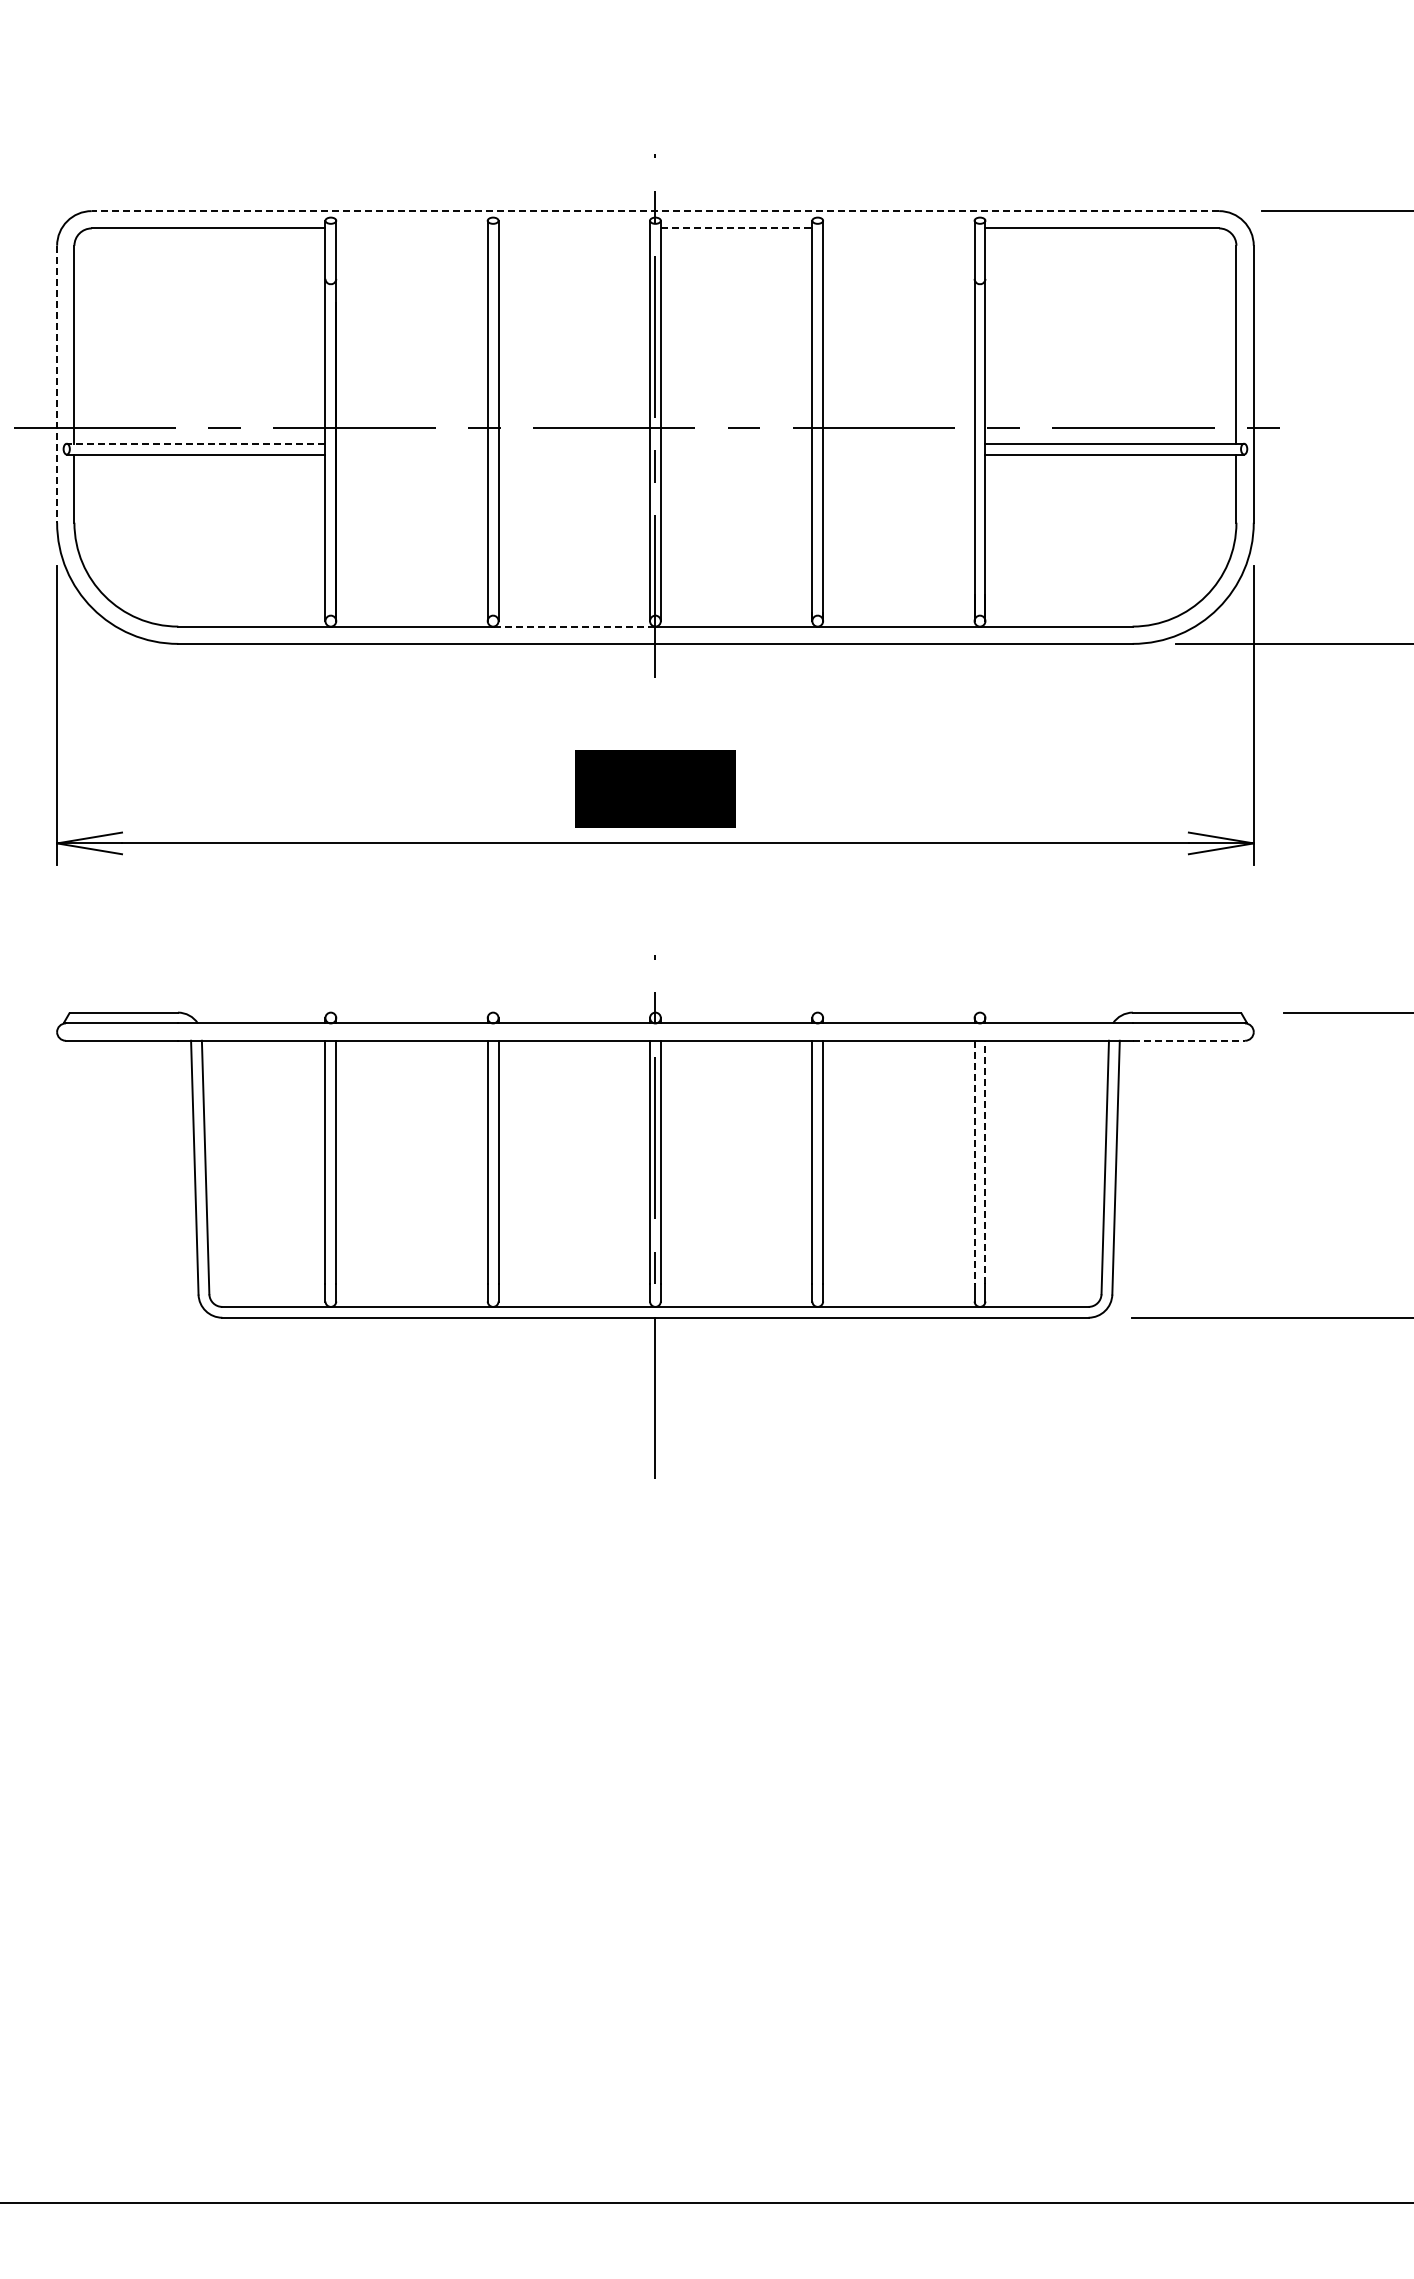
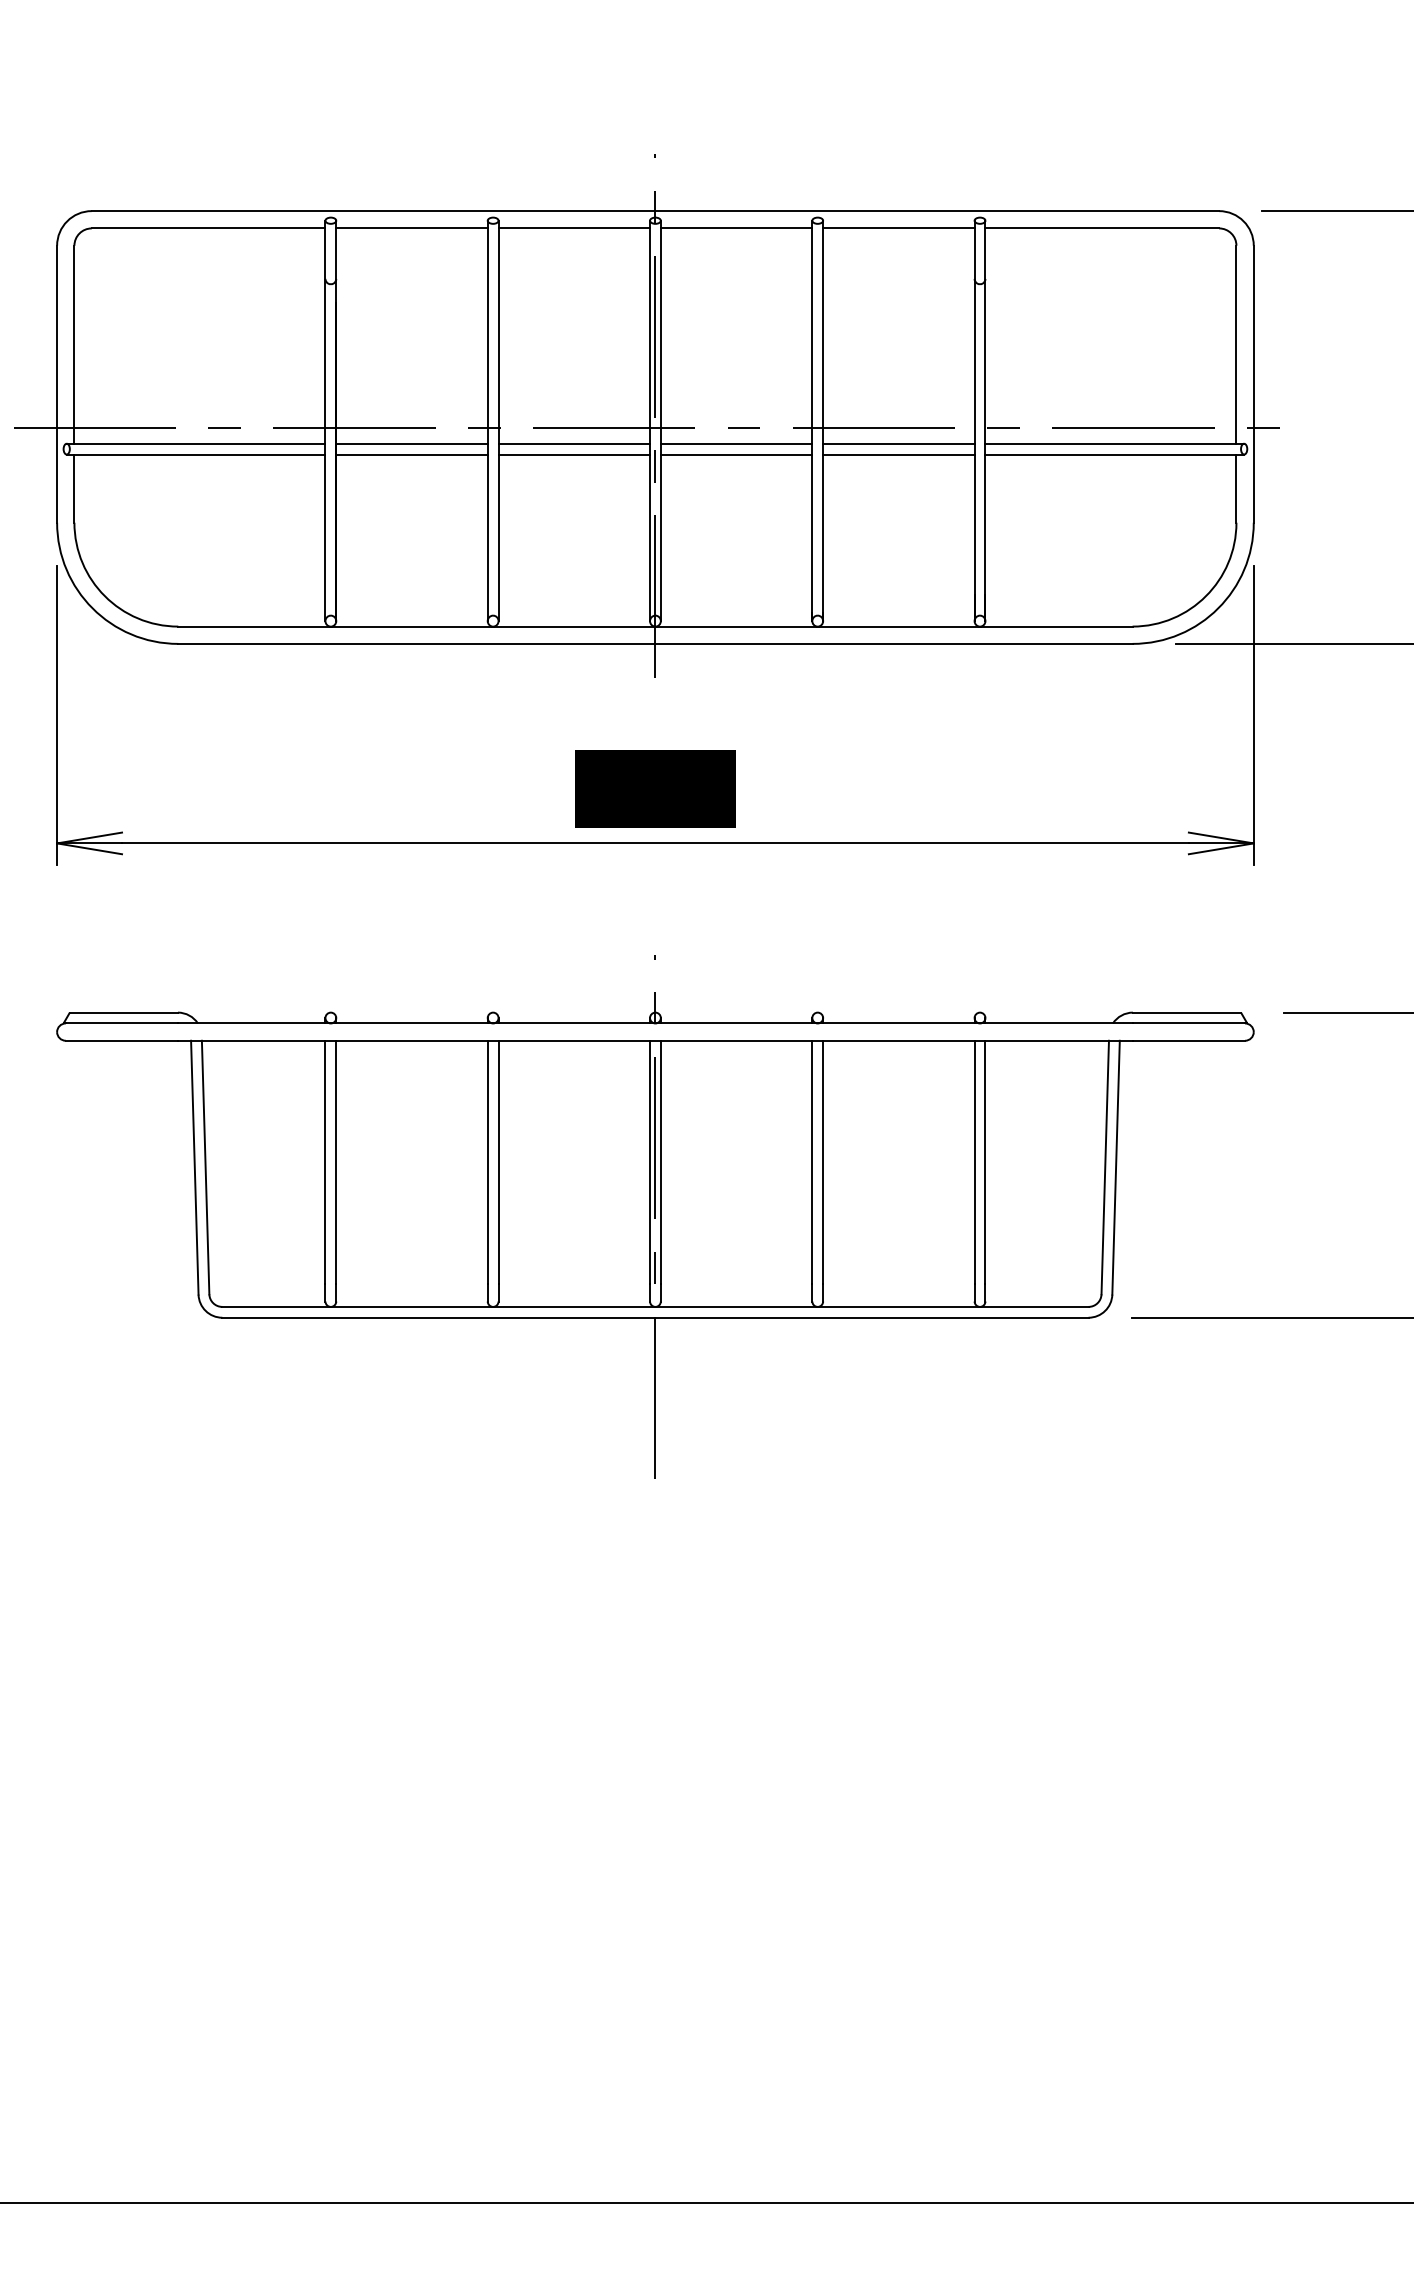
line at (655, 211): dashed -> solid
line at (411, 228): none -> present
line at (574, 228): none -> present
line at (736, 228): dashed -> solid
line at (898, 228): none -> present
line at (57, 384): dashed -> solid
line at (195, 443): dashed -> solid
line at (411, 443): none -> present
line at (574, 443): none -> present
line at (736, 443): none -> present
line at (898, 443): none -> present
line at (411, 454): none -> present
line at (574, 454): none -> present
line at (736, 454): none -> present
line at (898, 454): none -> present
line at (573, 626): dashed -> solid
line at (1189, 1040): dashed -> solid
line at (985, 1161): dashed -> solid
line at (974, 1162): dashed -> solid
